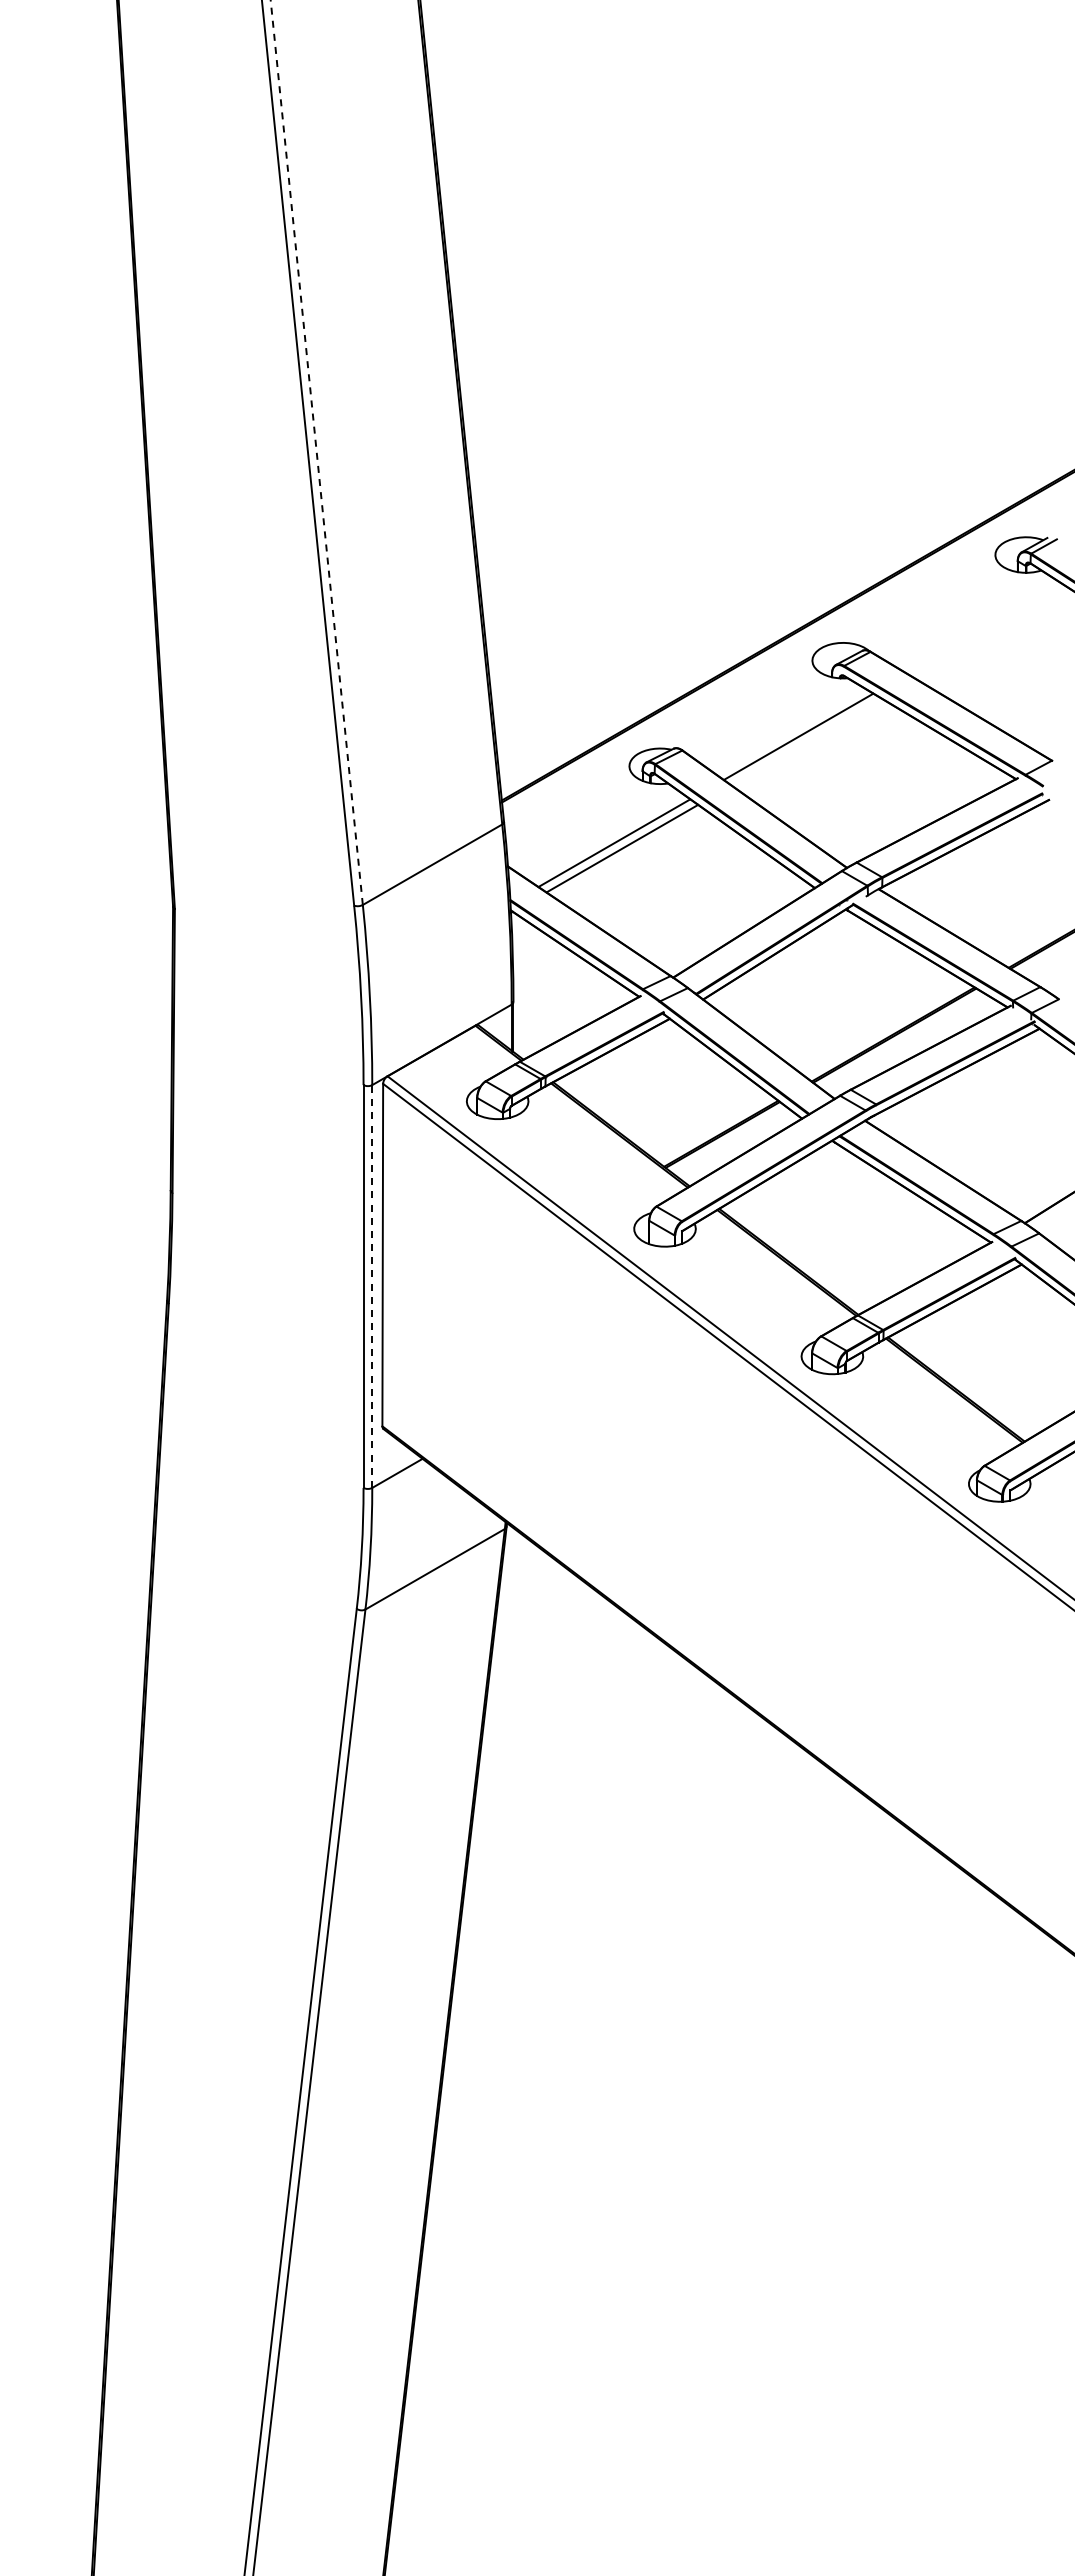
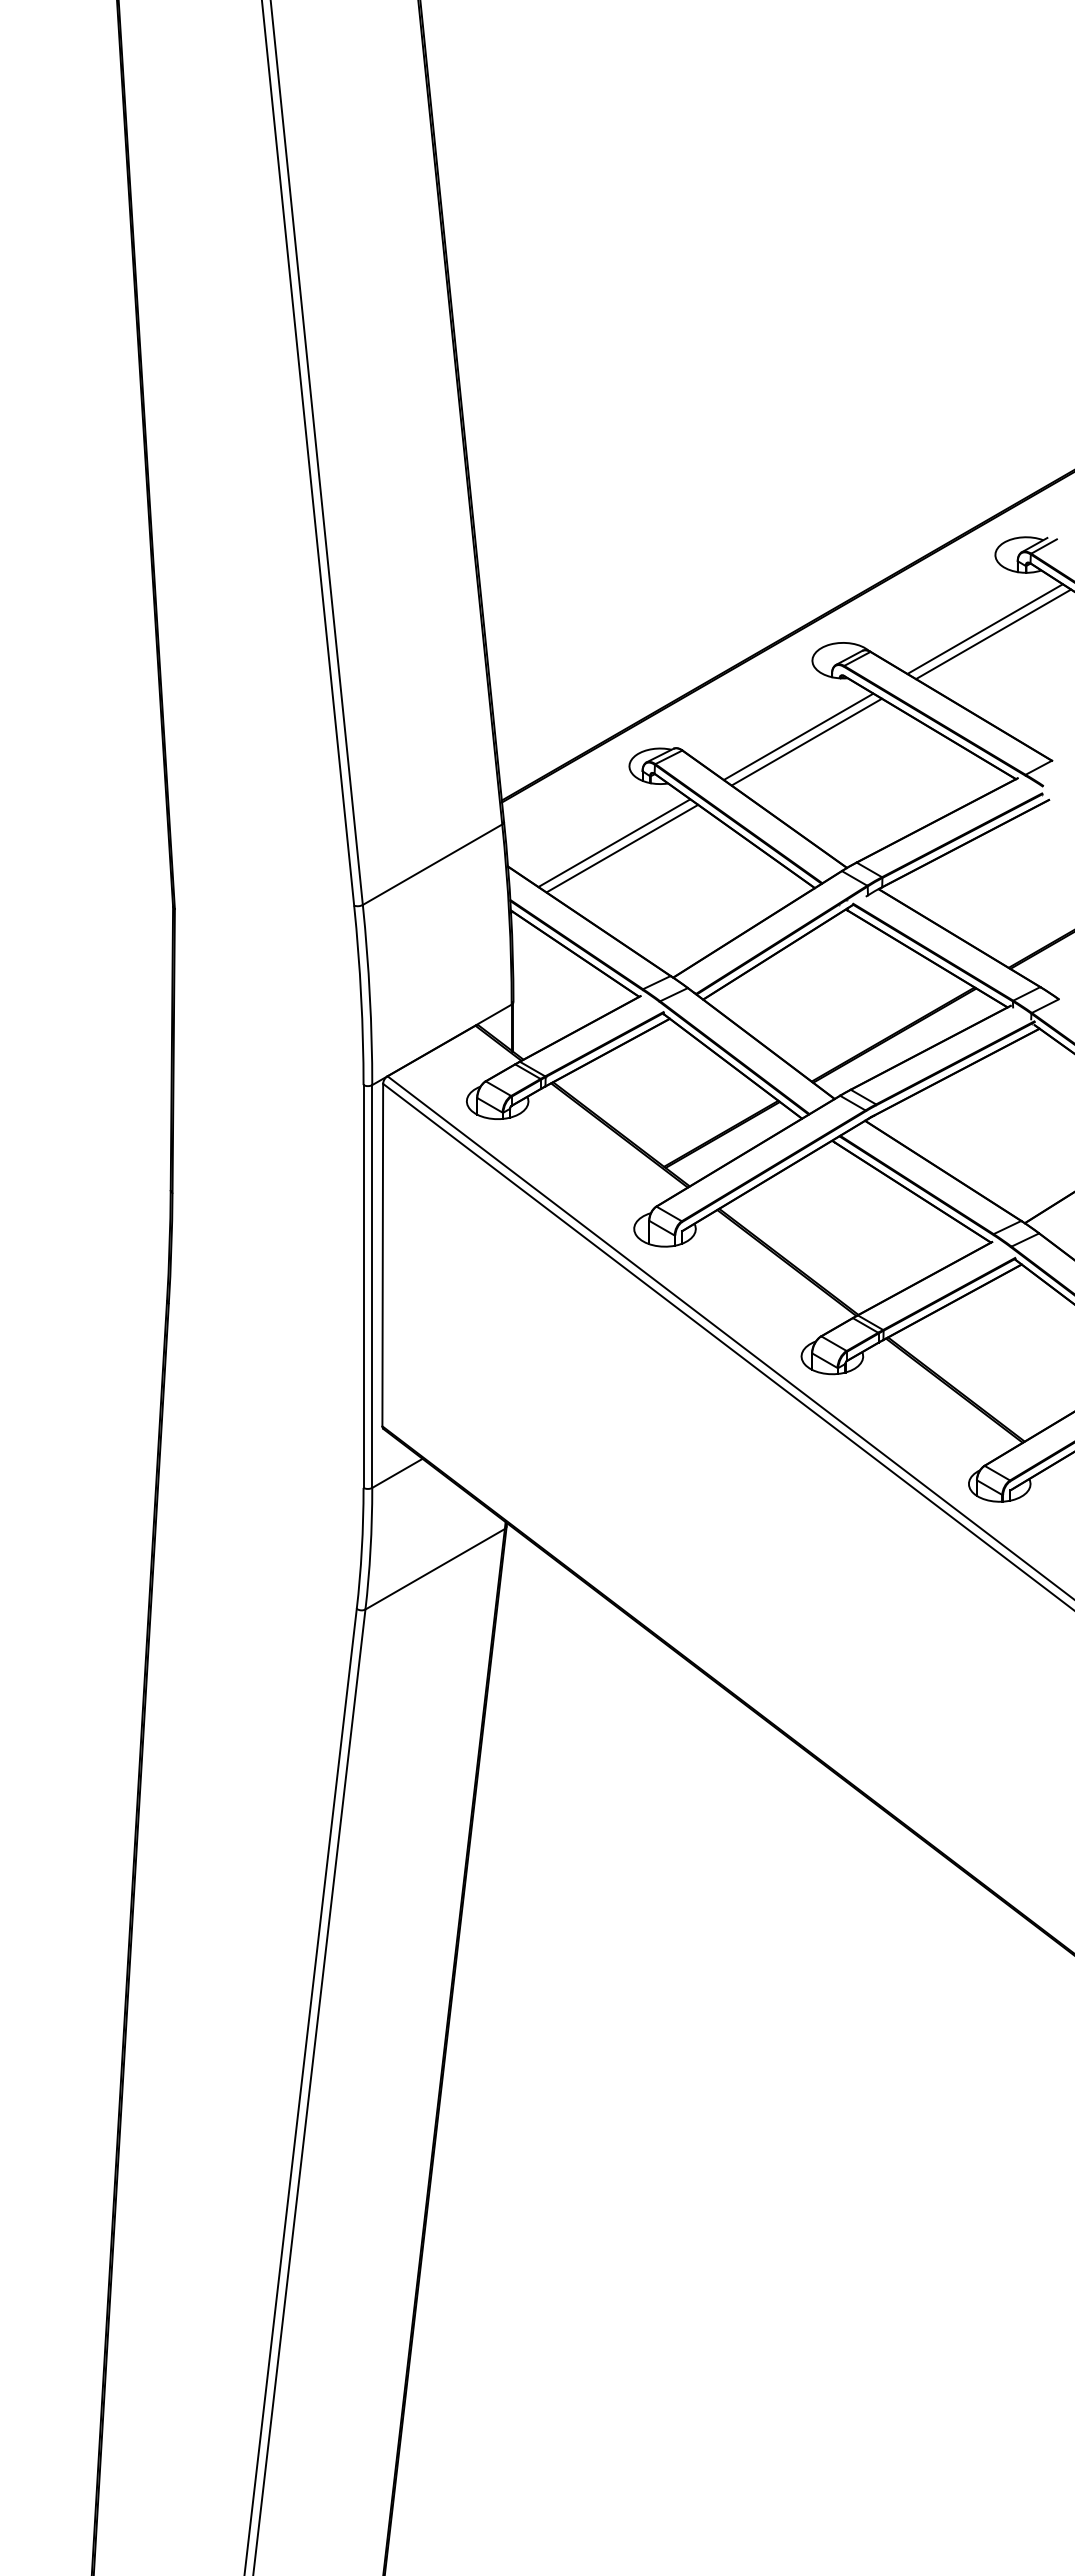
line at (316, 452): dashed -> solid
line at (984, 628): none -> present
line at (993, 634): none -> present
line at (806, 741): none -> present
line at (372, 1286): dashed -> solid
